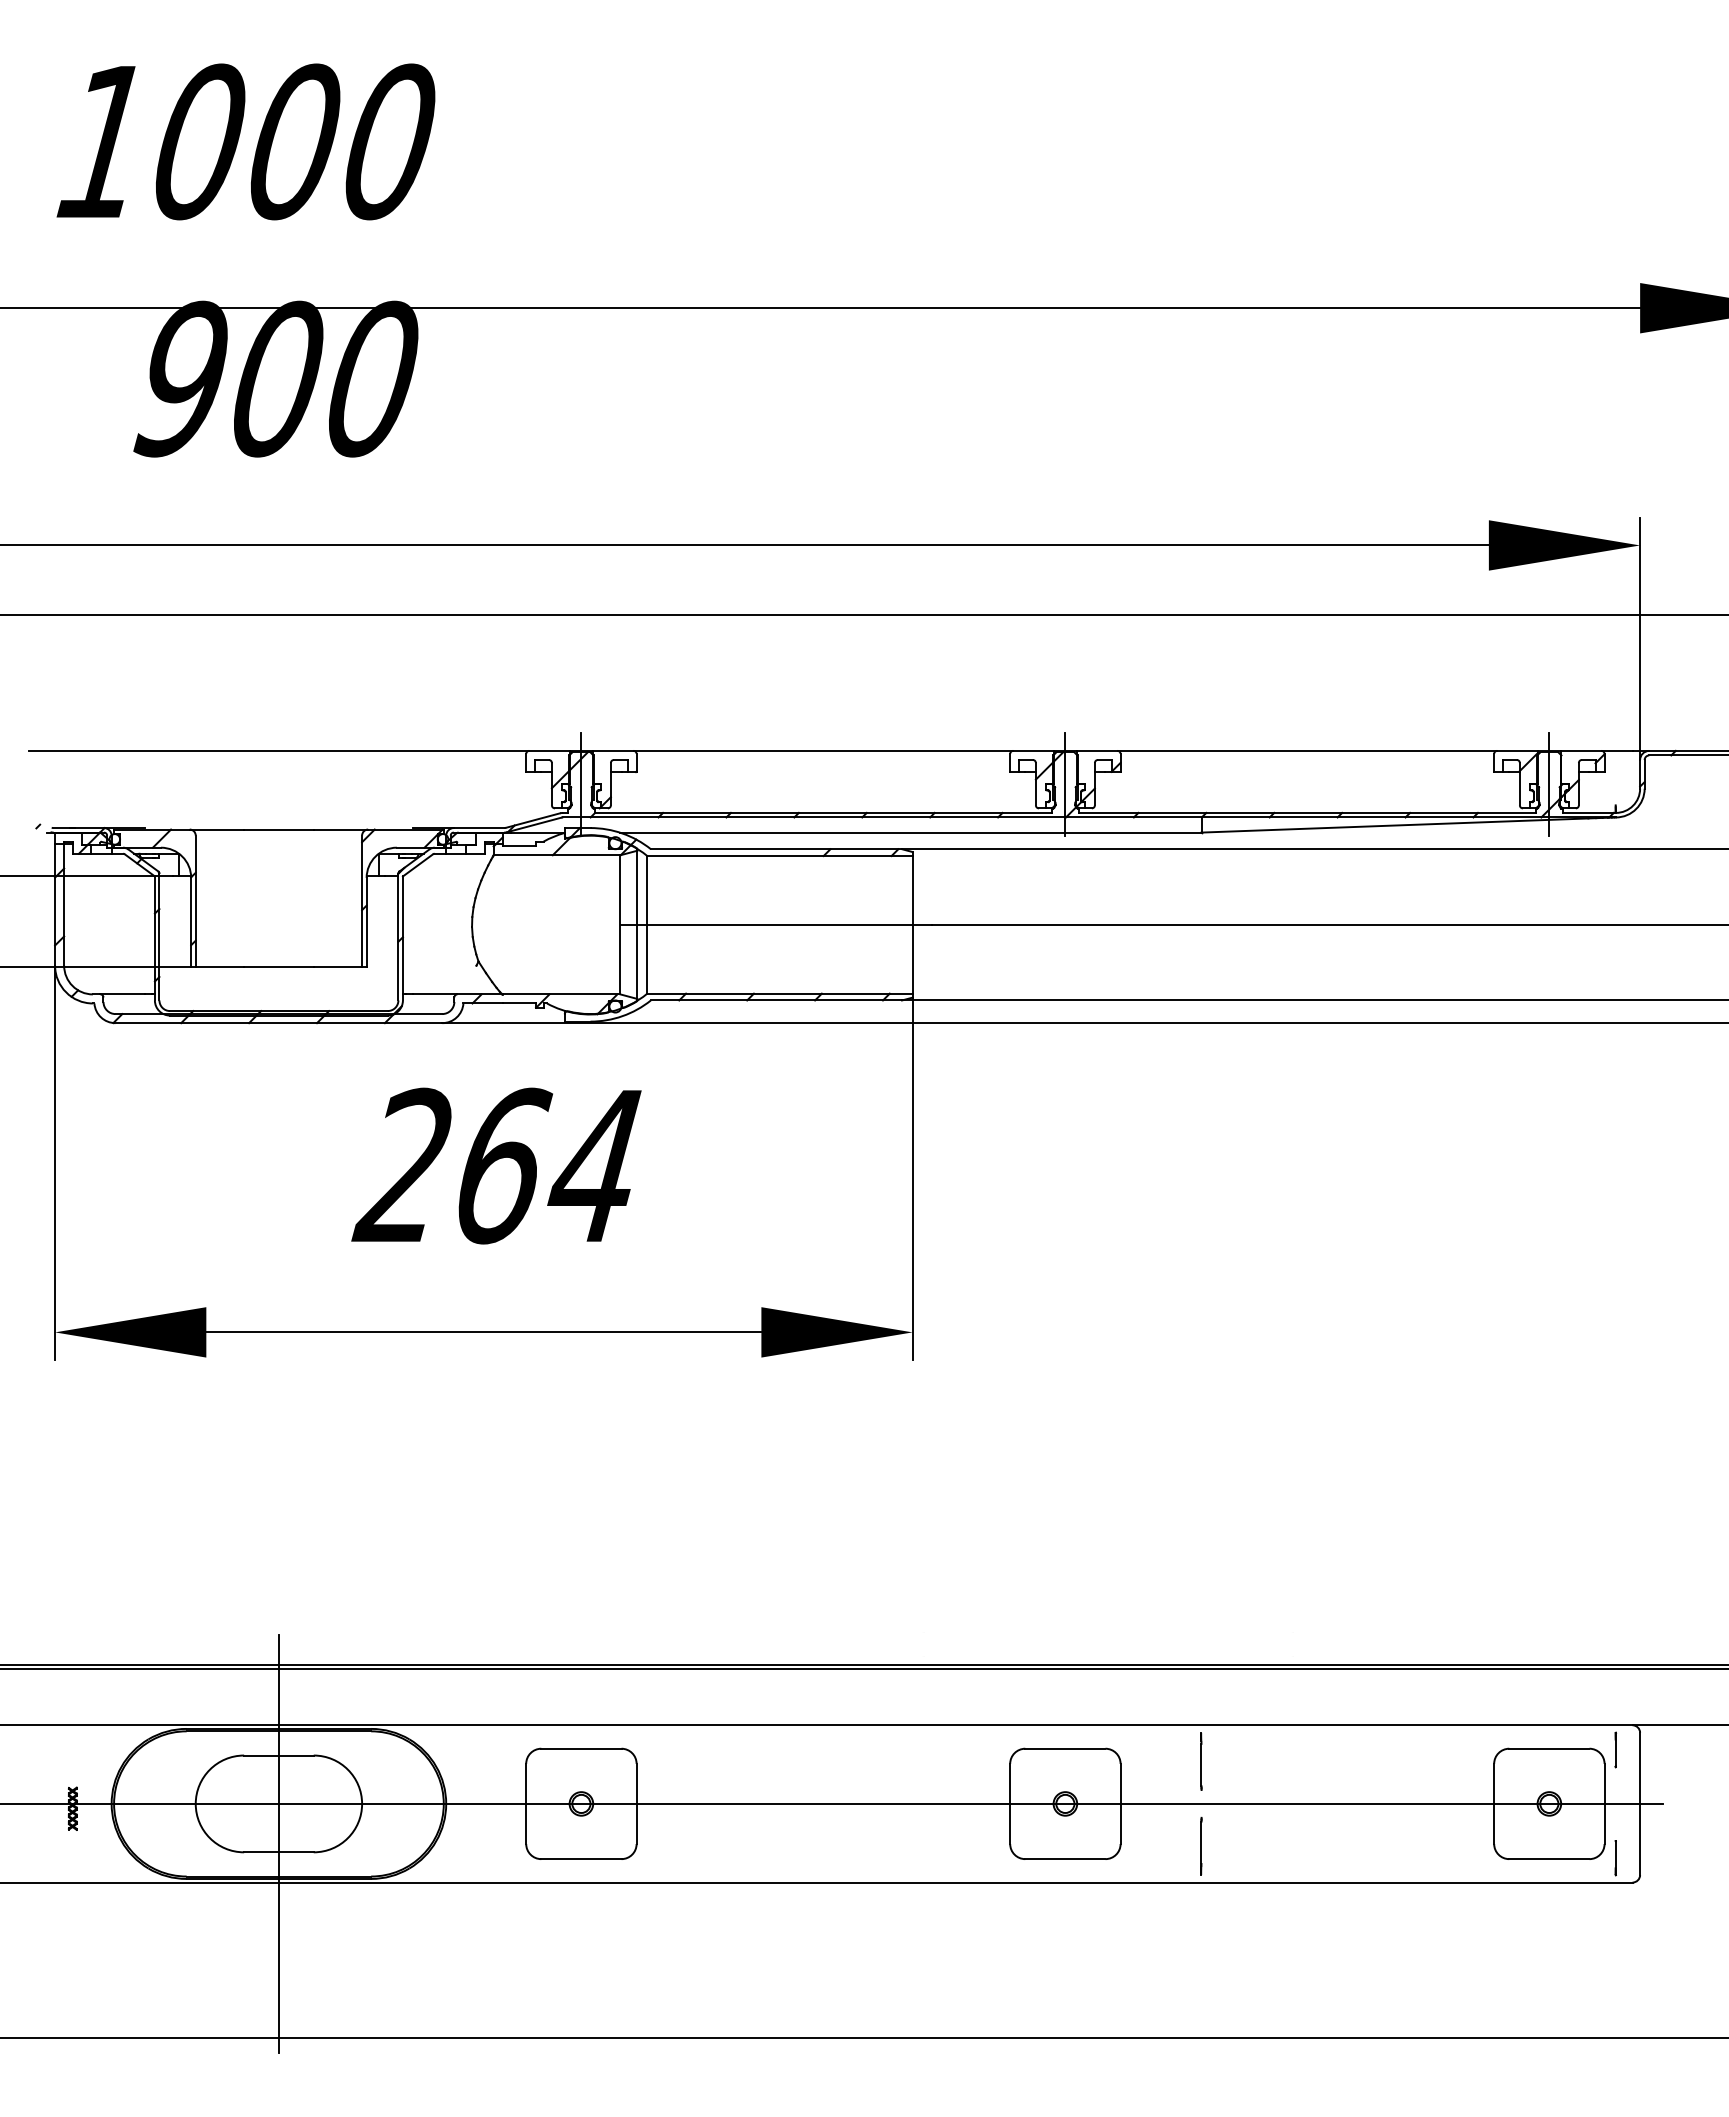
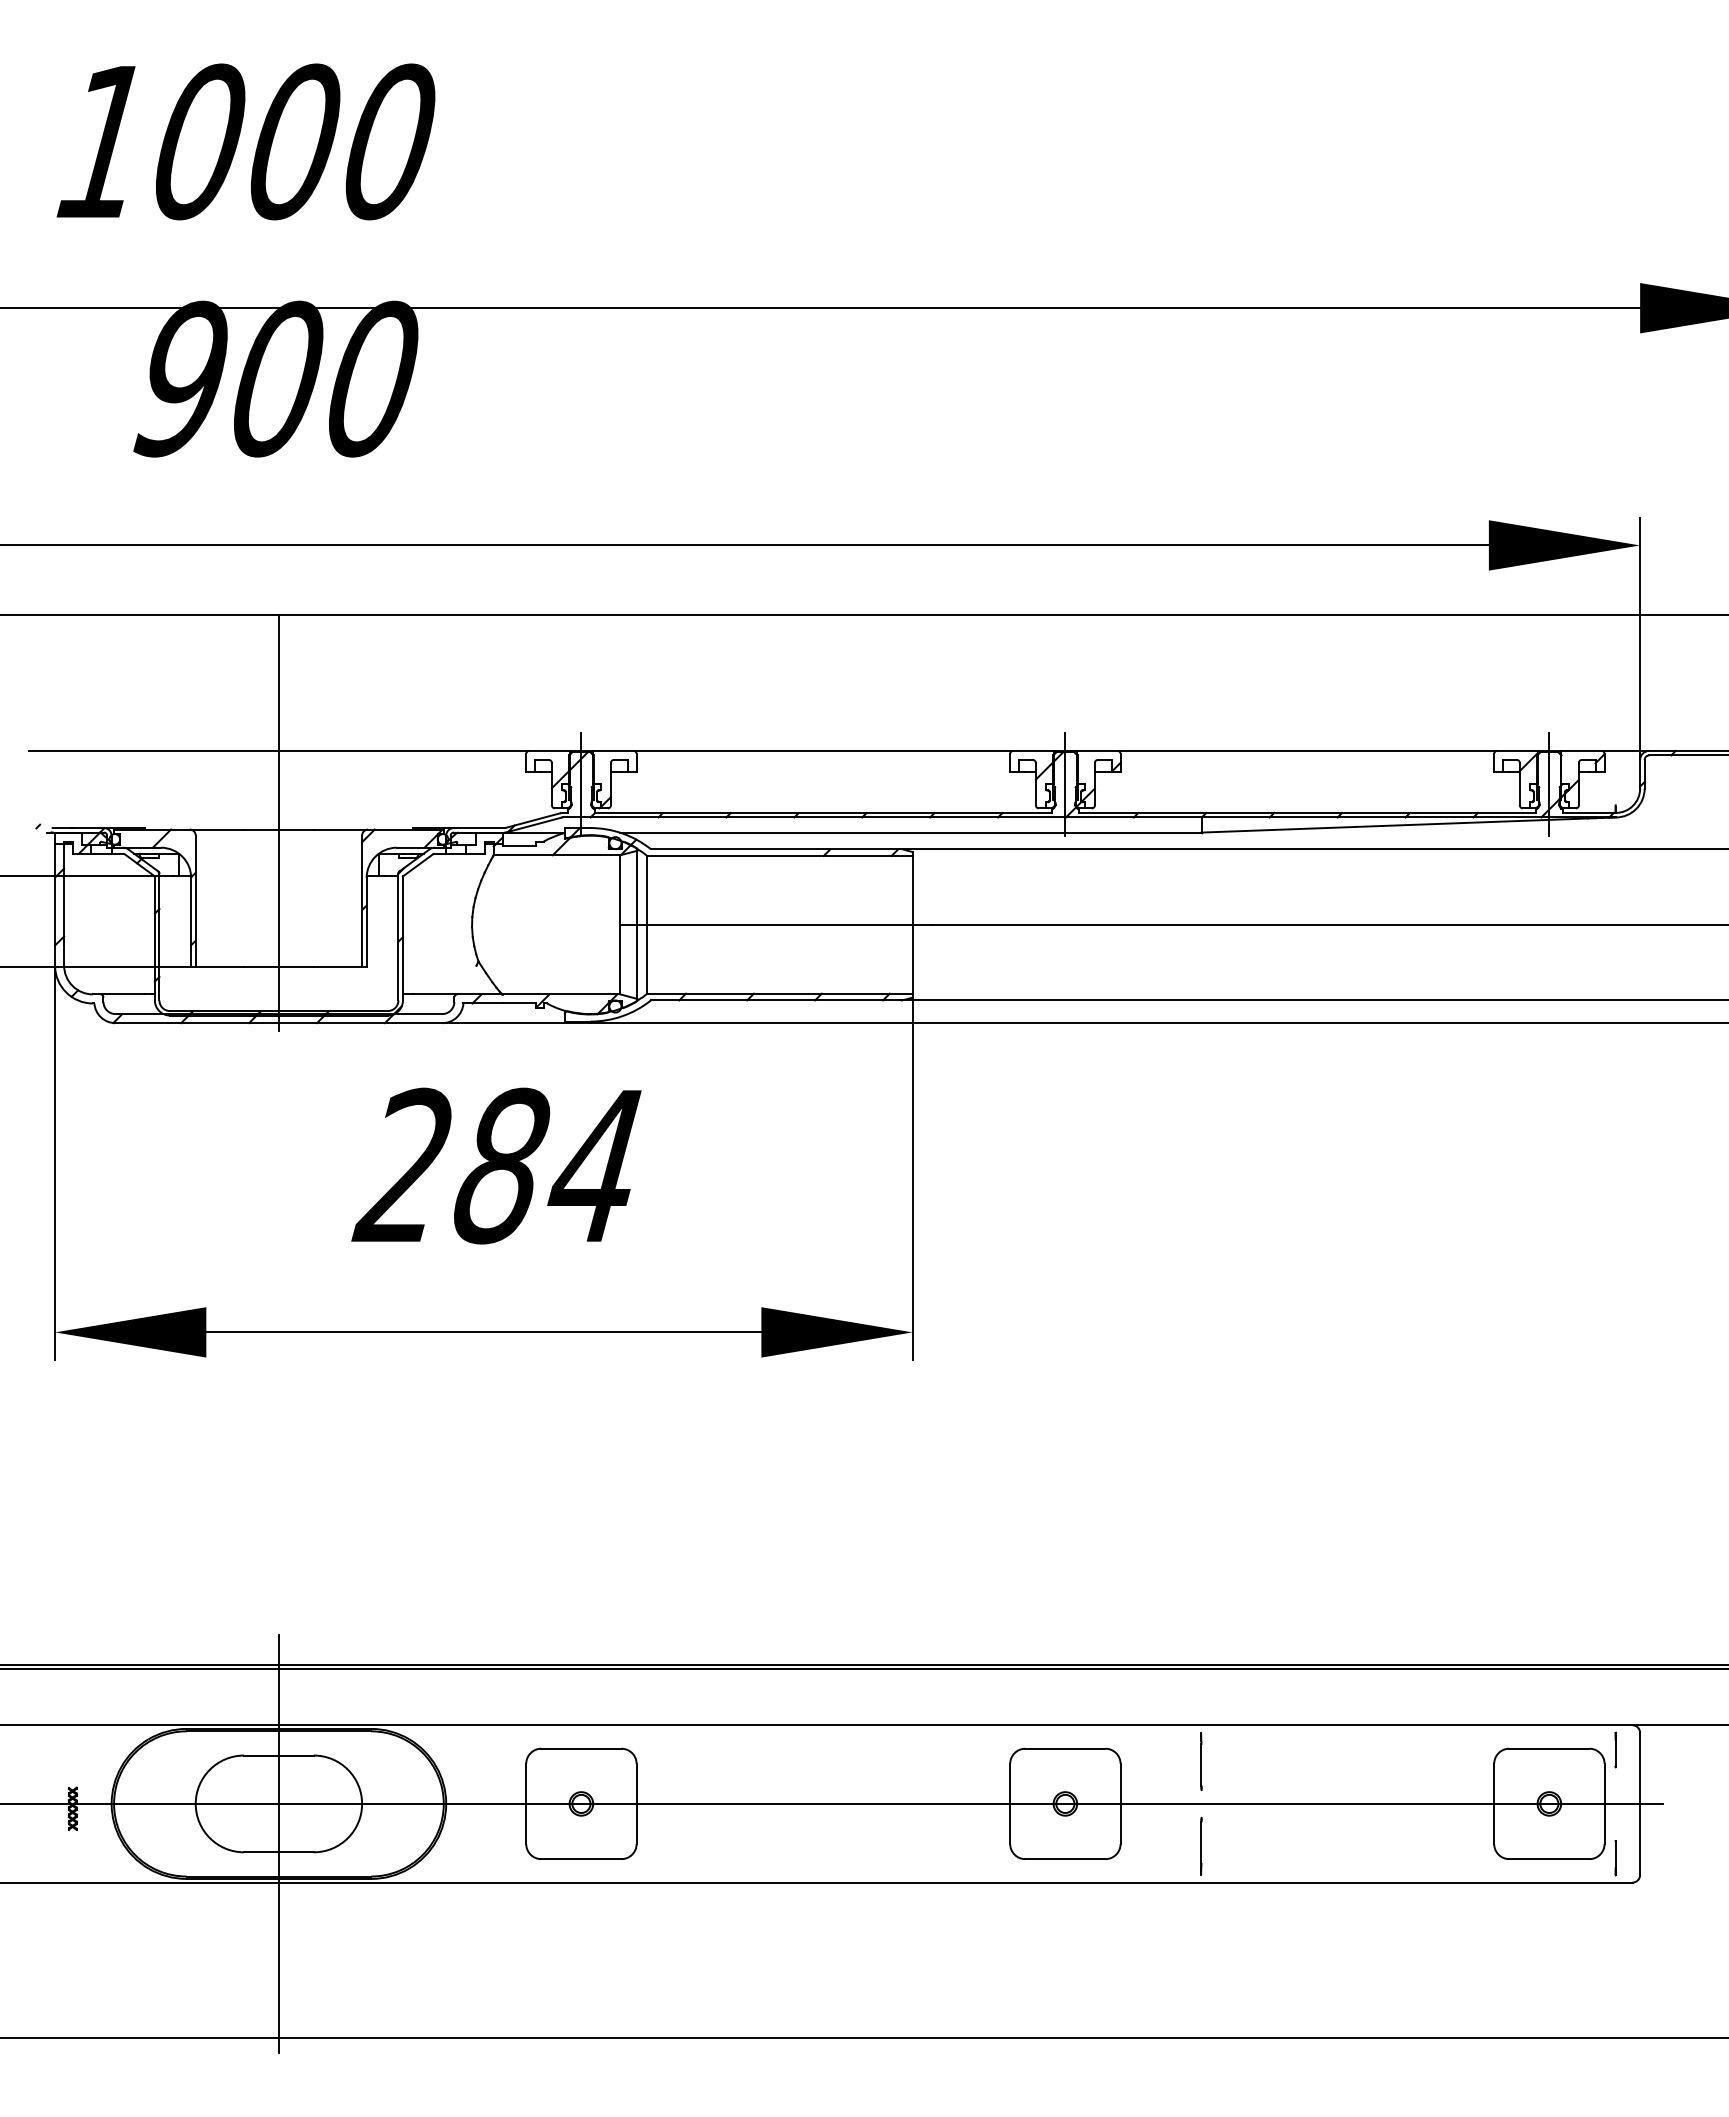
line at (278, 822): none -> present
text at (503, 1165): 264 -> 284
